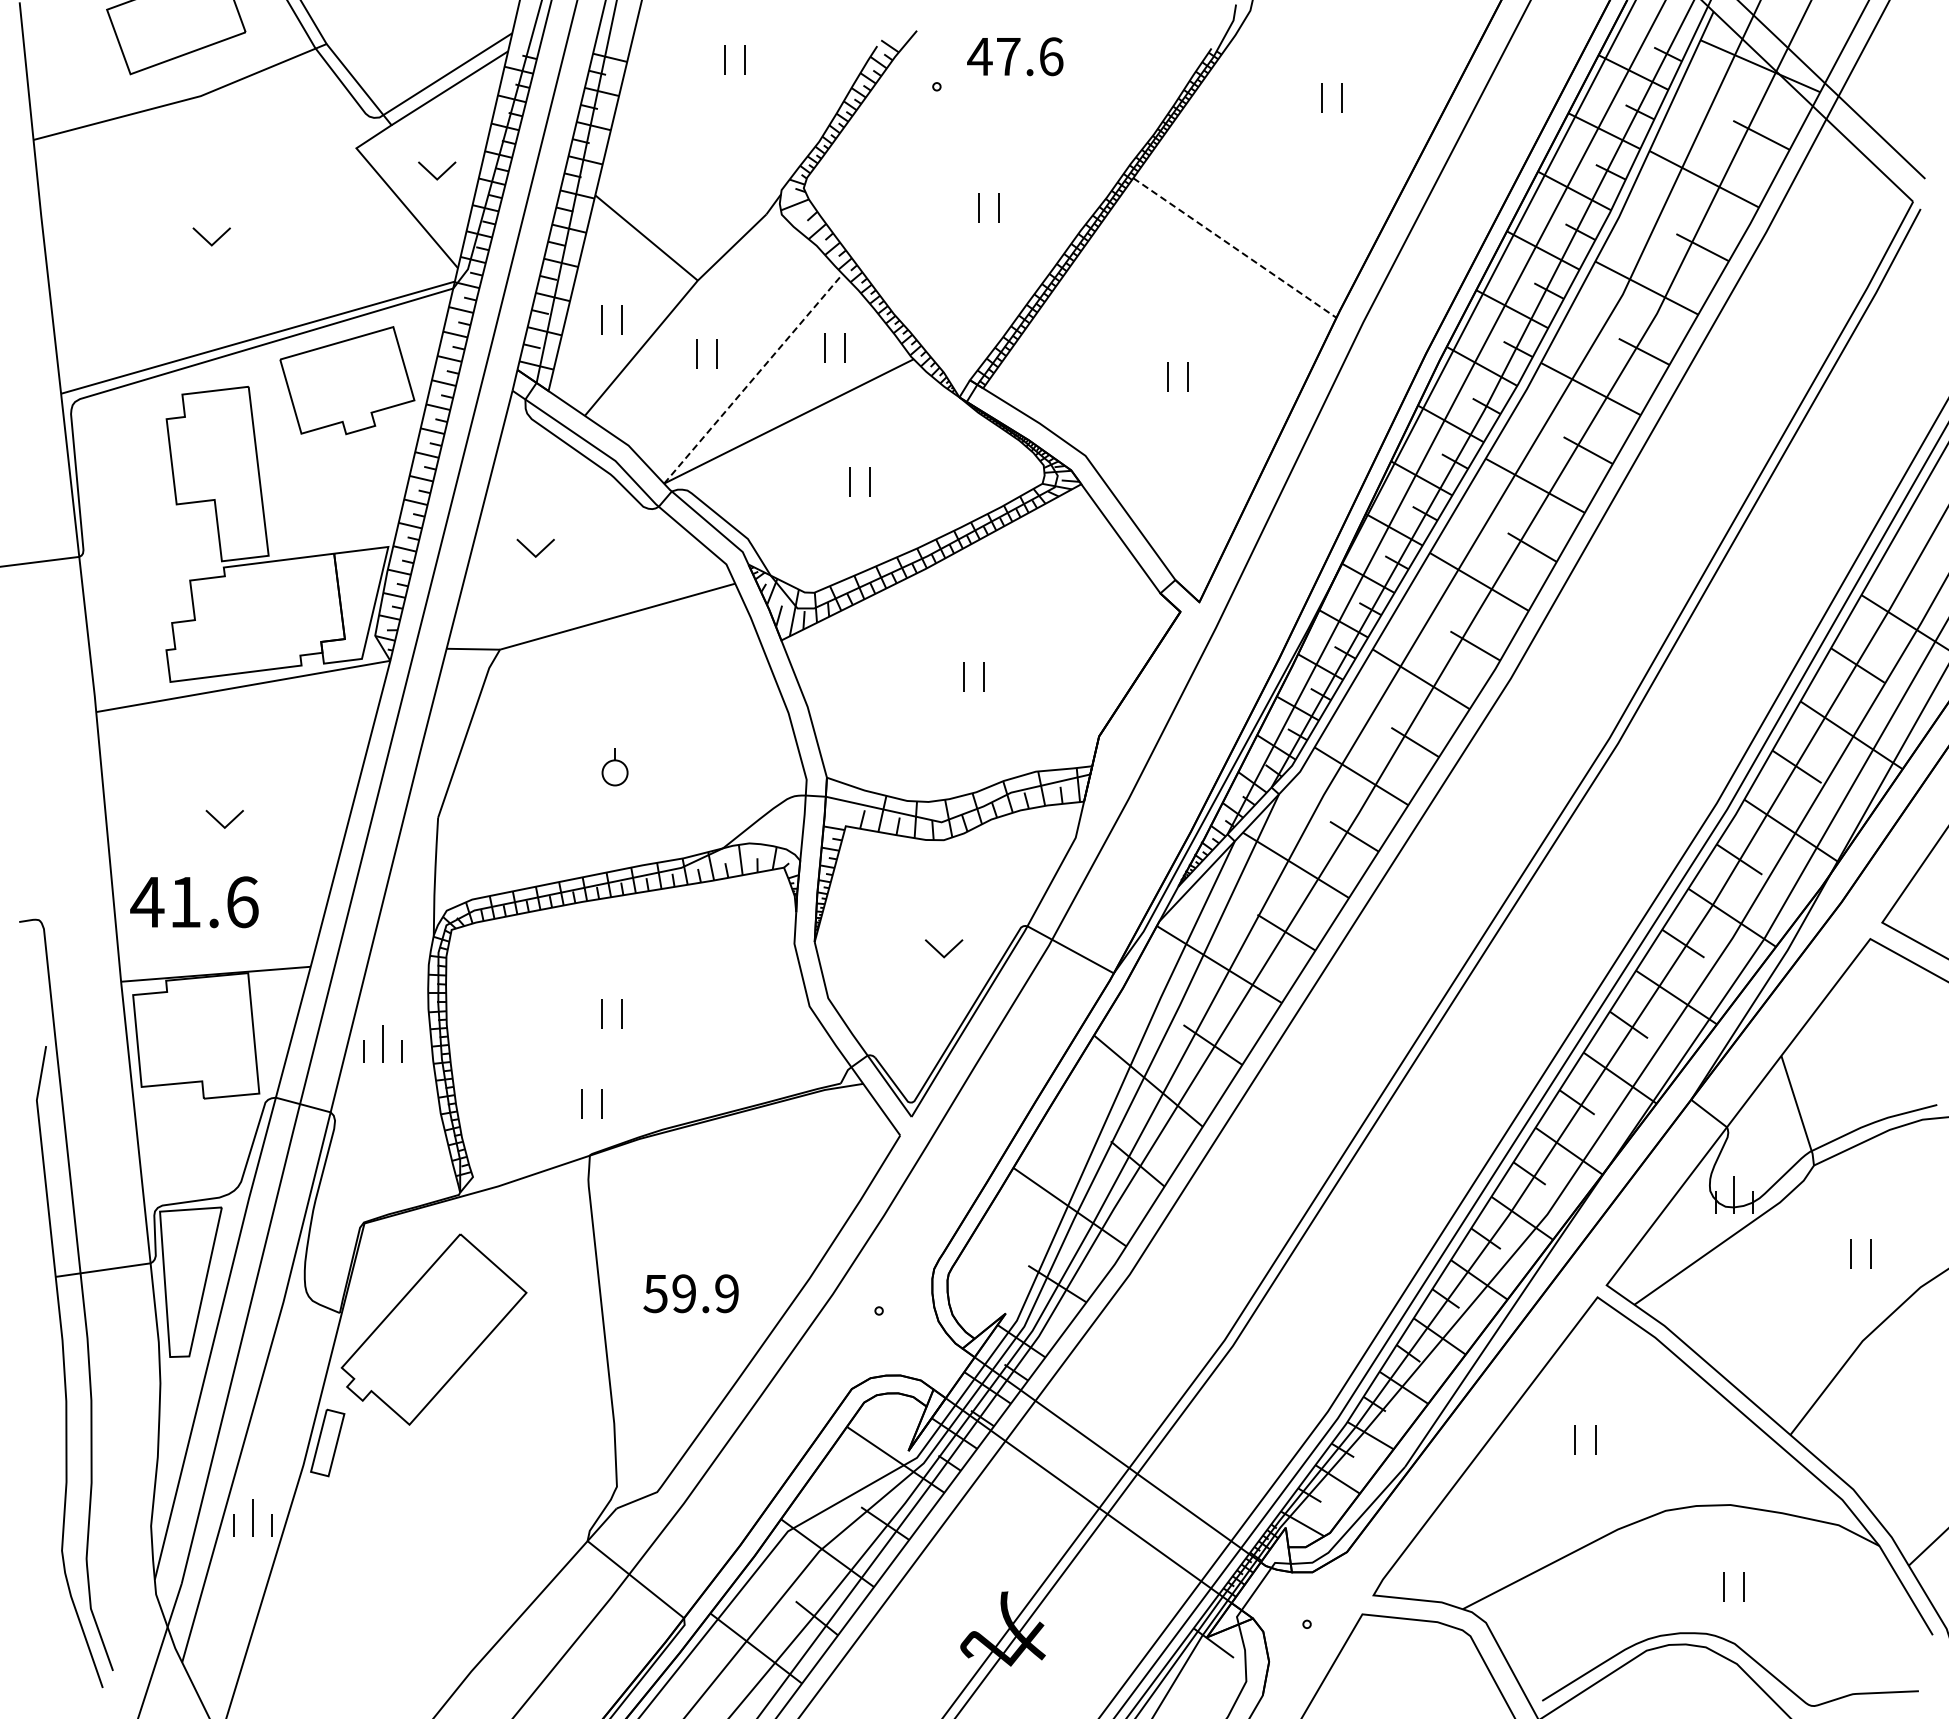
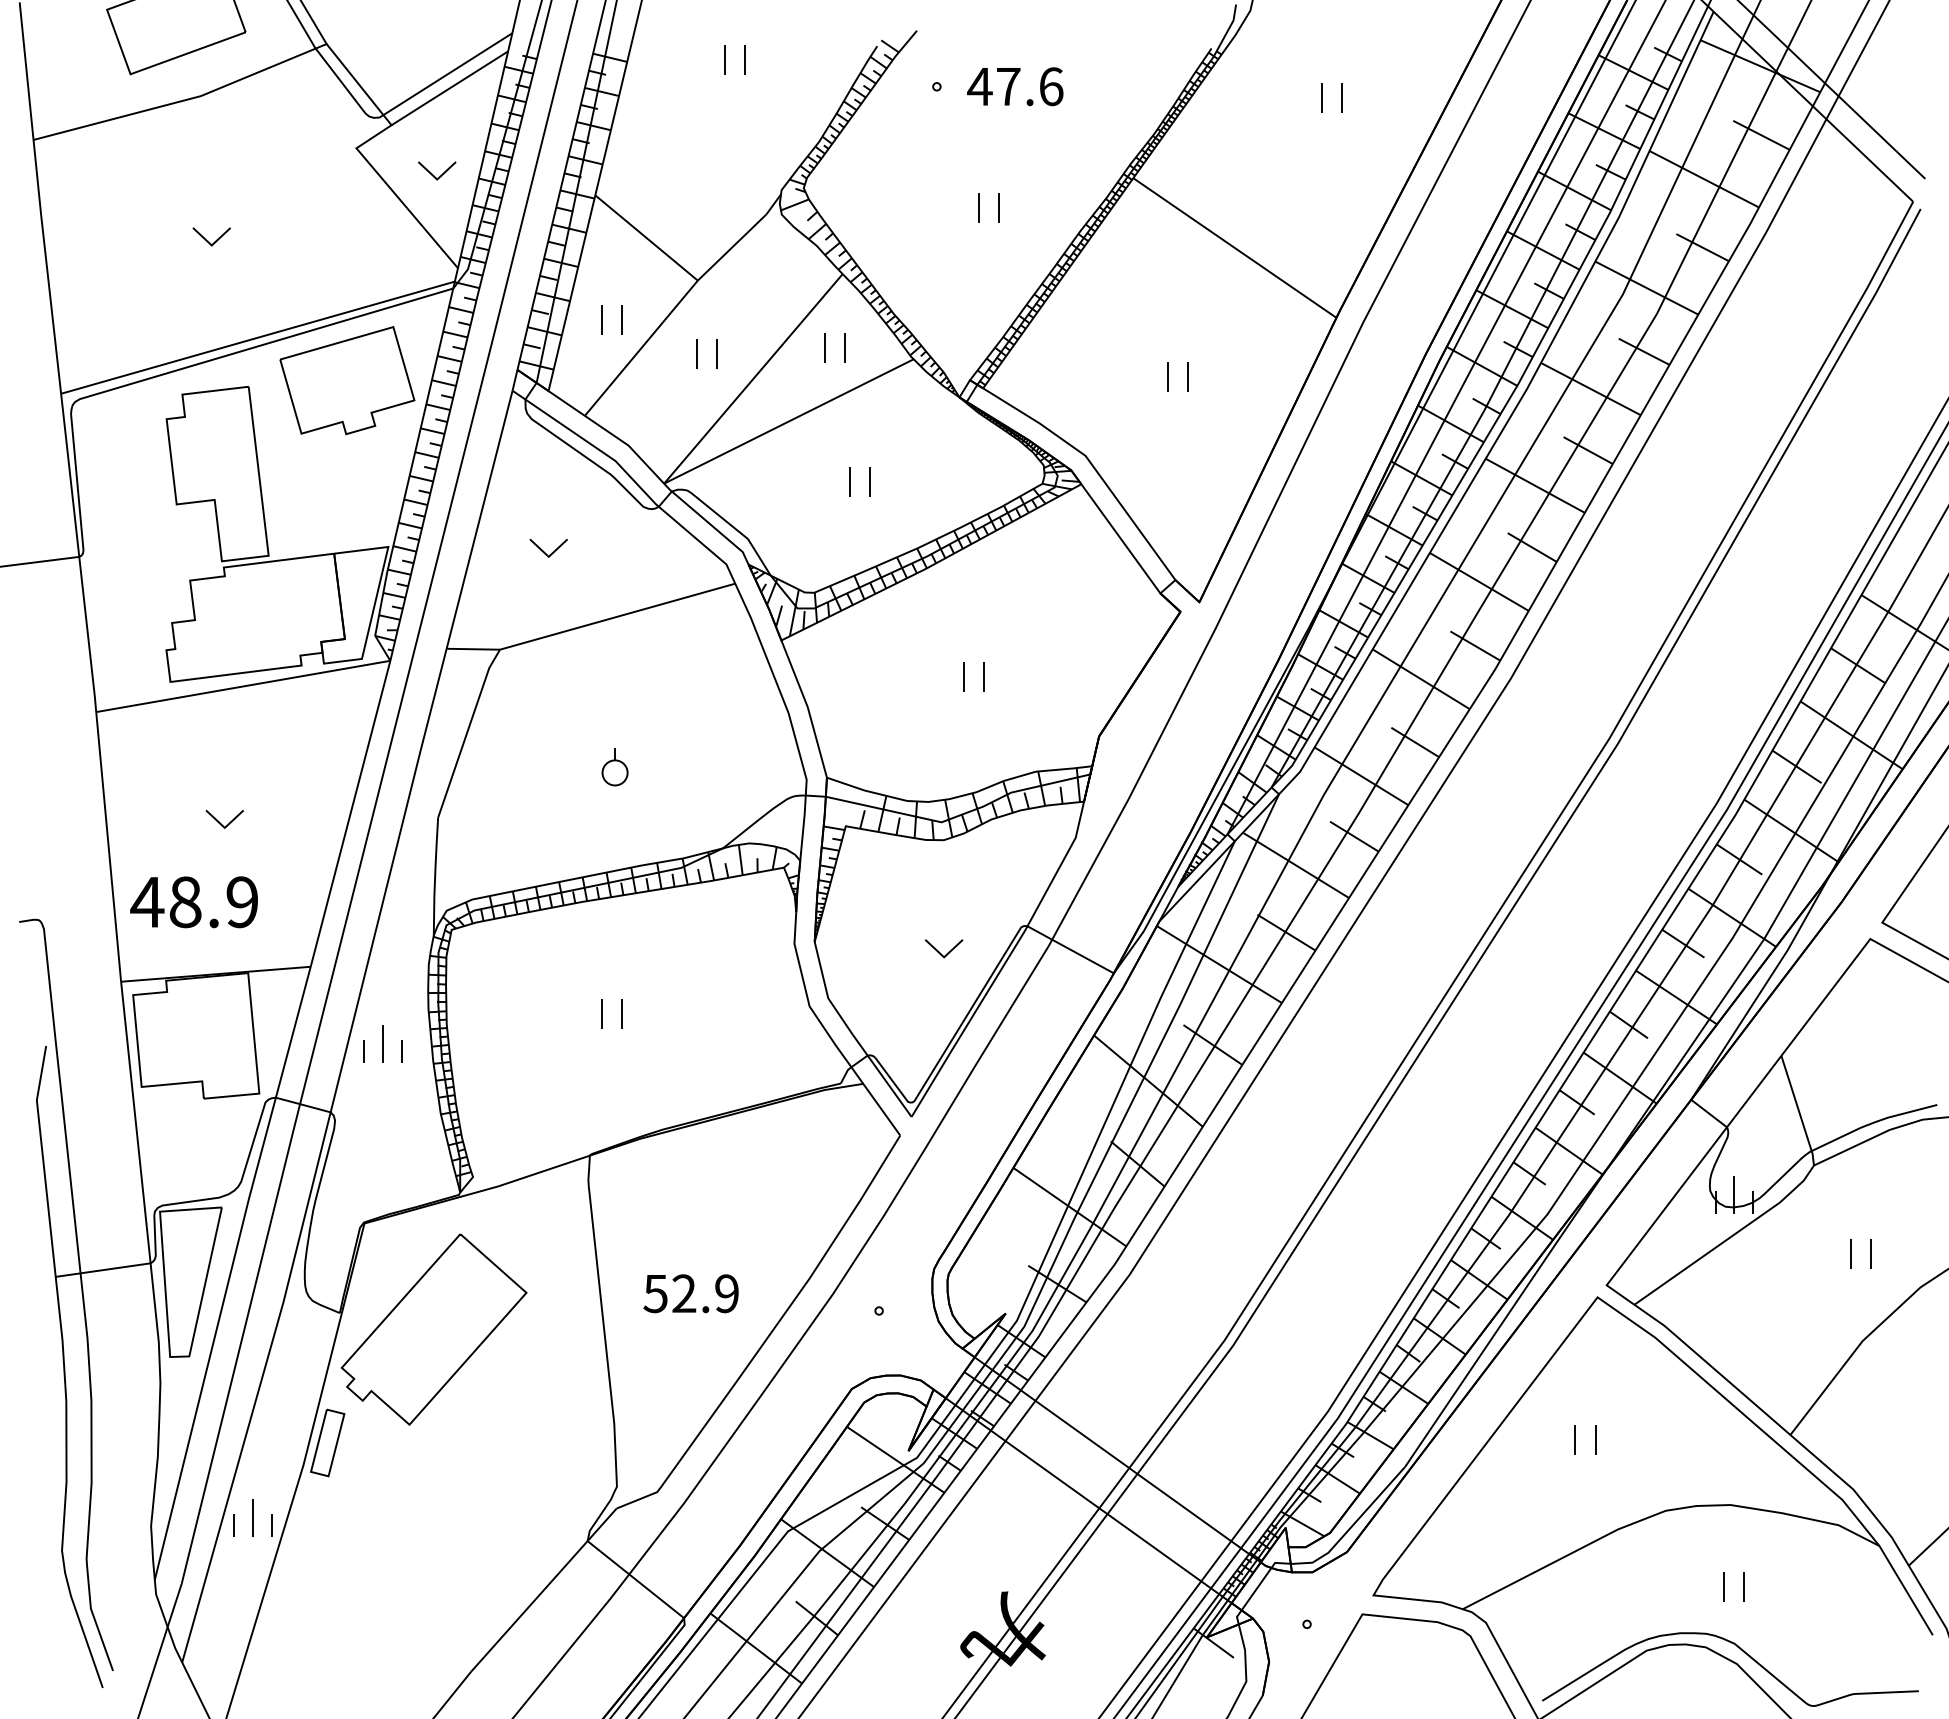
text at (1015, 56) position: (1015, 56) -> (1015, 86)
line at (1235, 248): dashed -> solid
line at (753, 378): dashed -> solid
part at (535, 547) position: (535, 547) -> (548, 547)
text at (213, 902): 41.6 -> 48.9
part at (582, 1103): present -> none
text at (684, 1294): 59.9 -> 52.9
